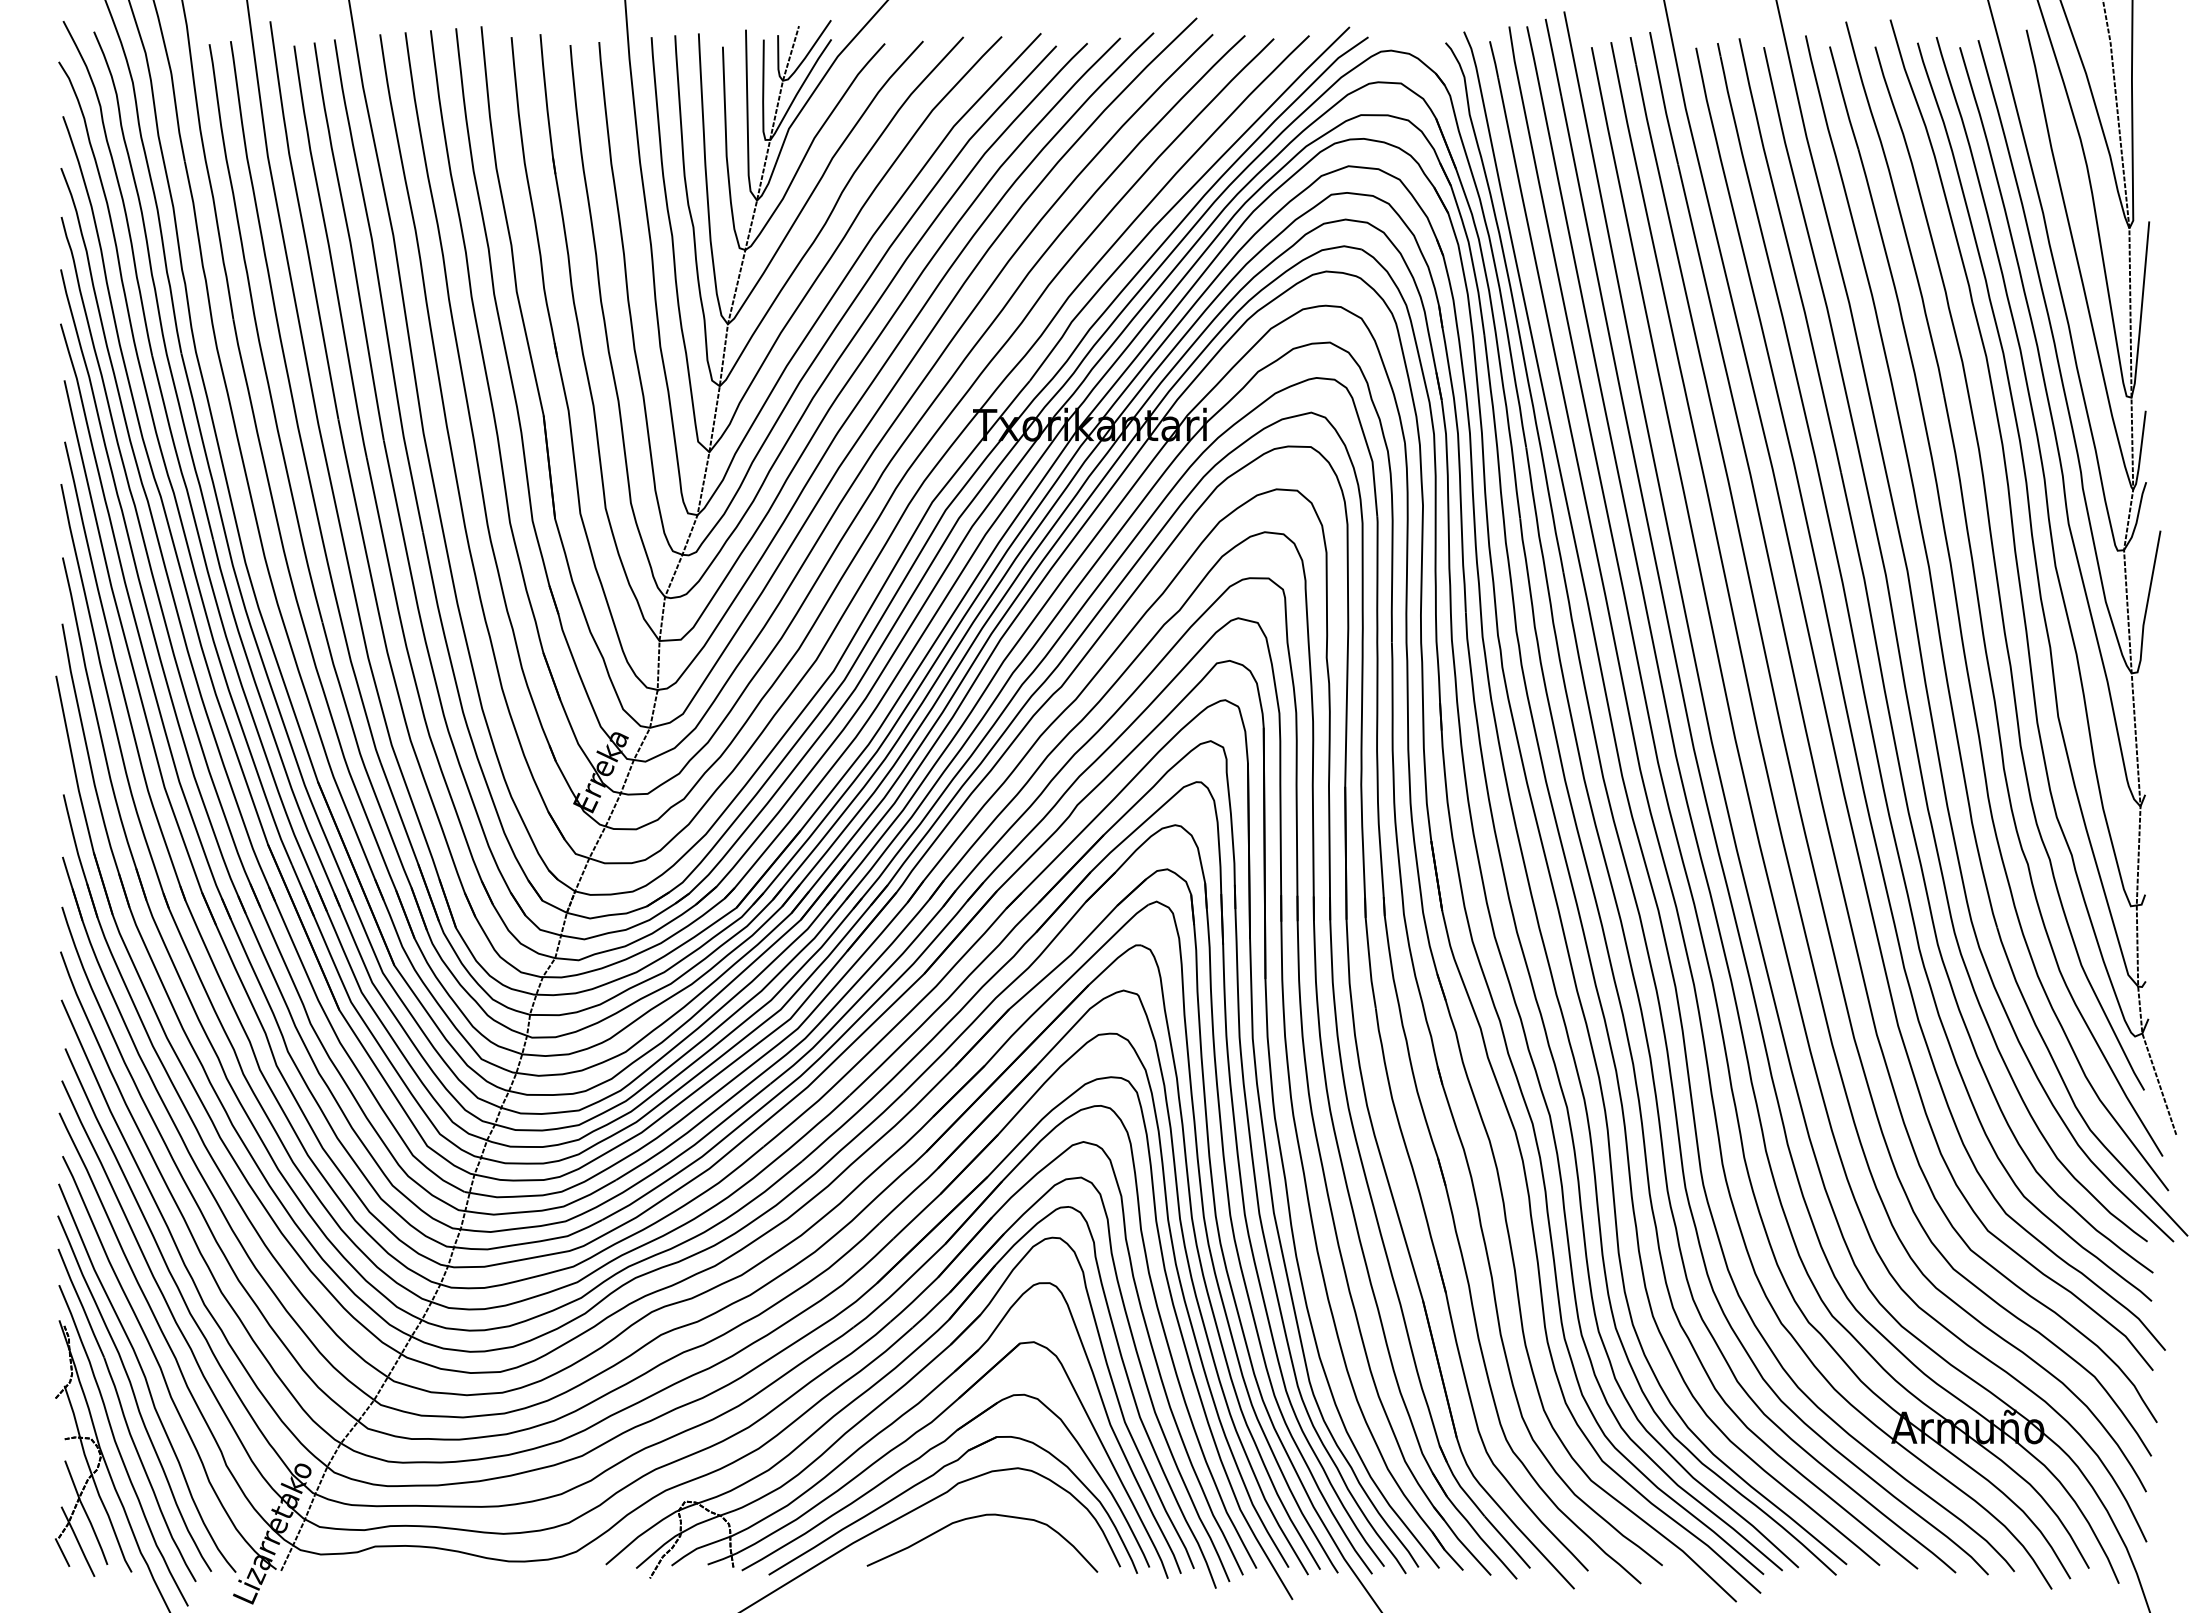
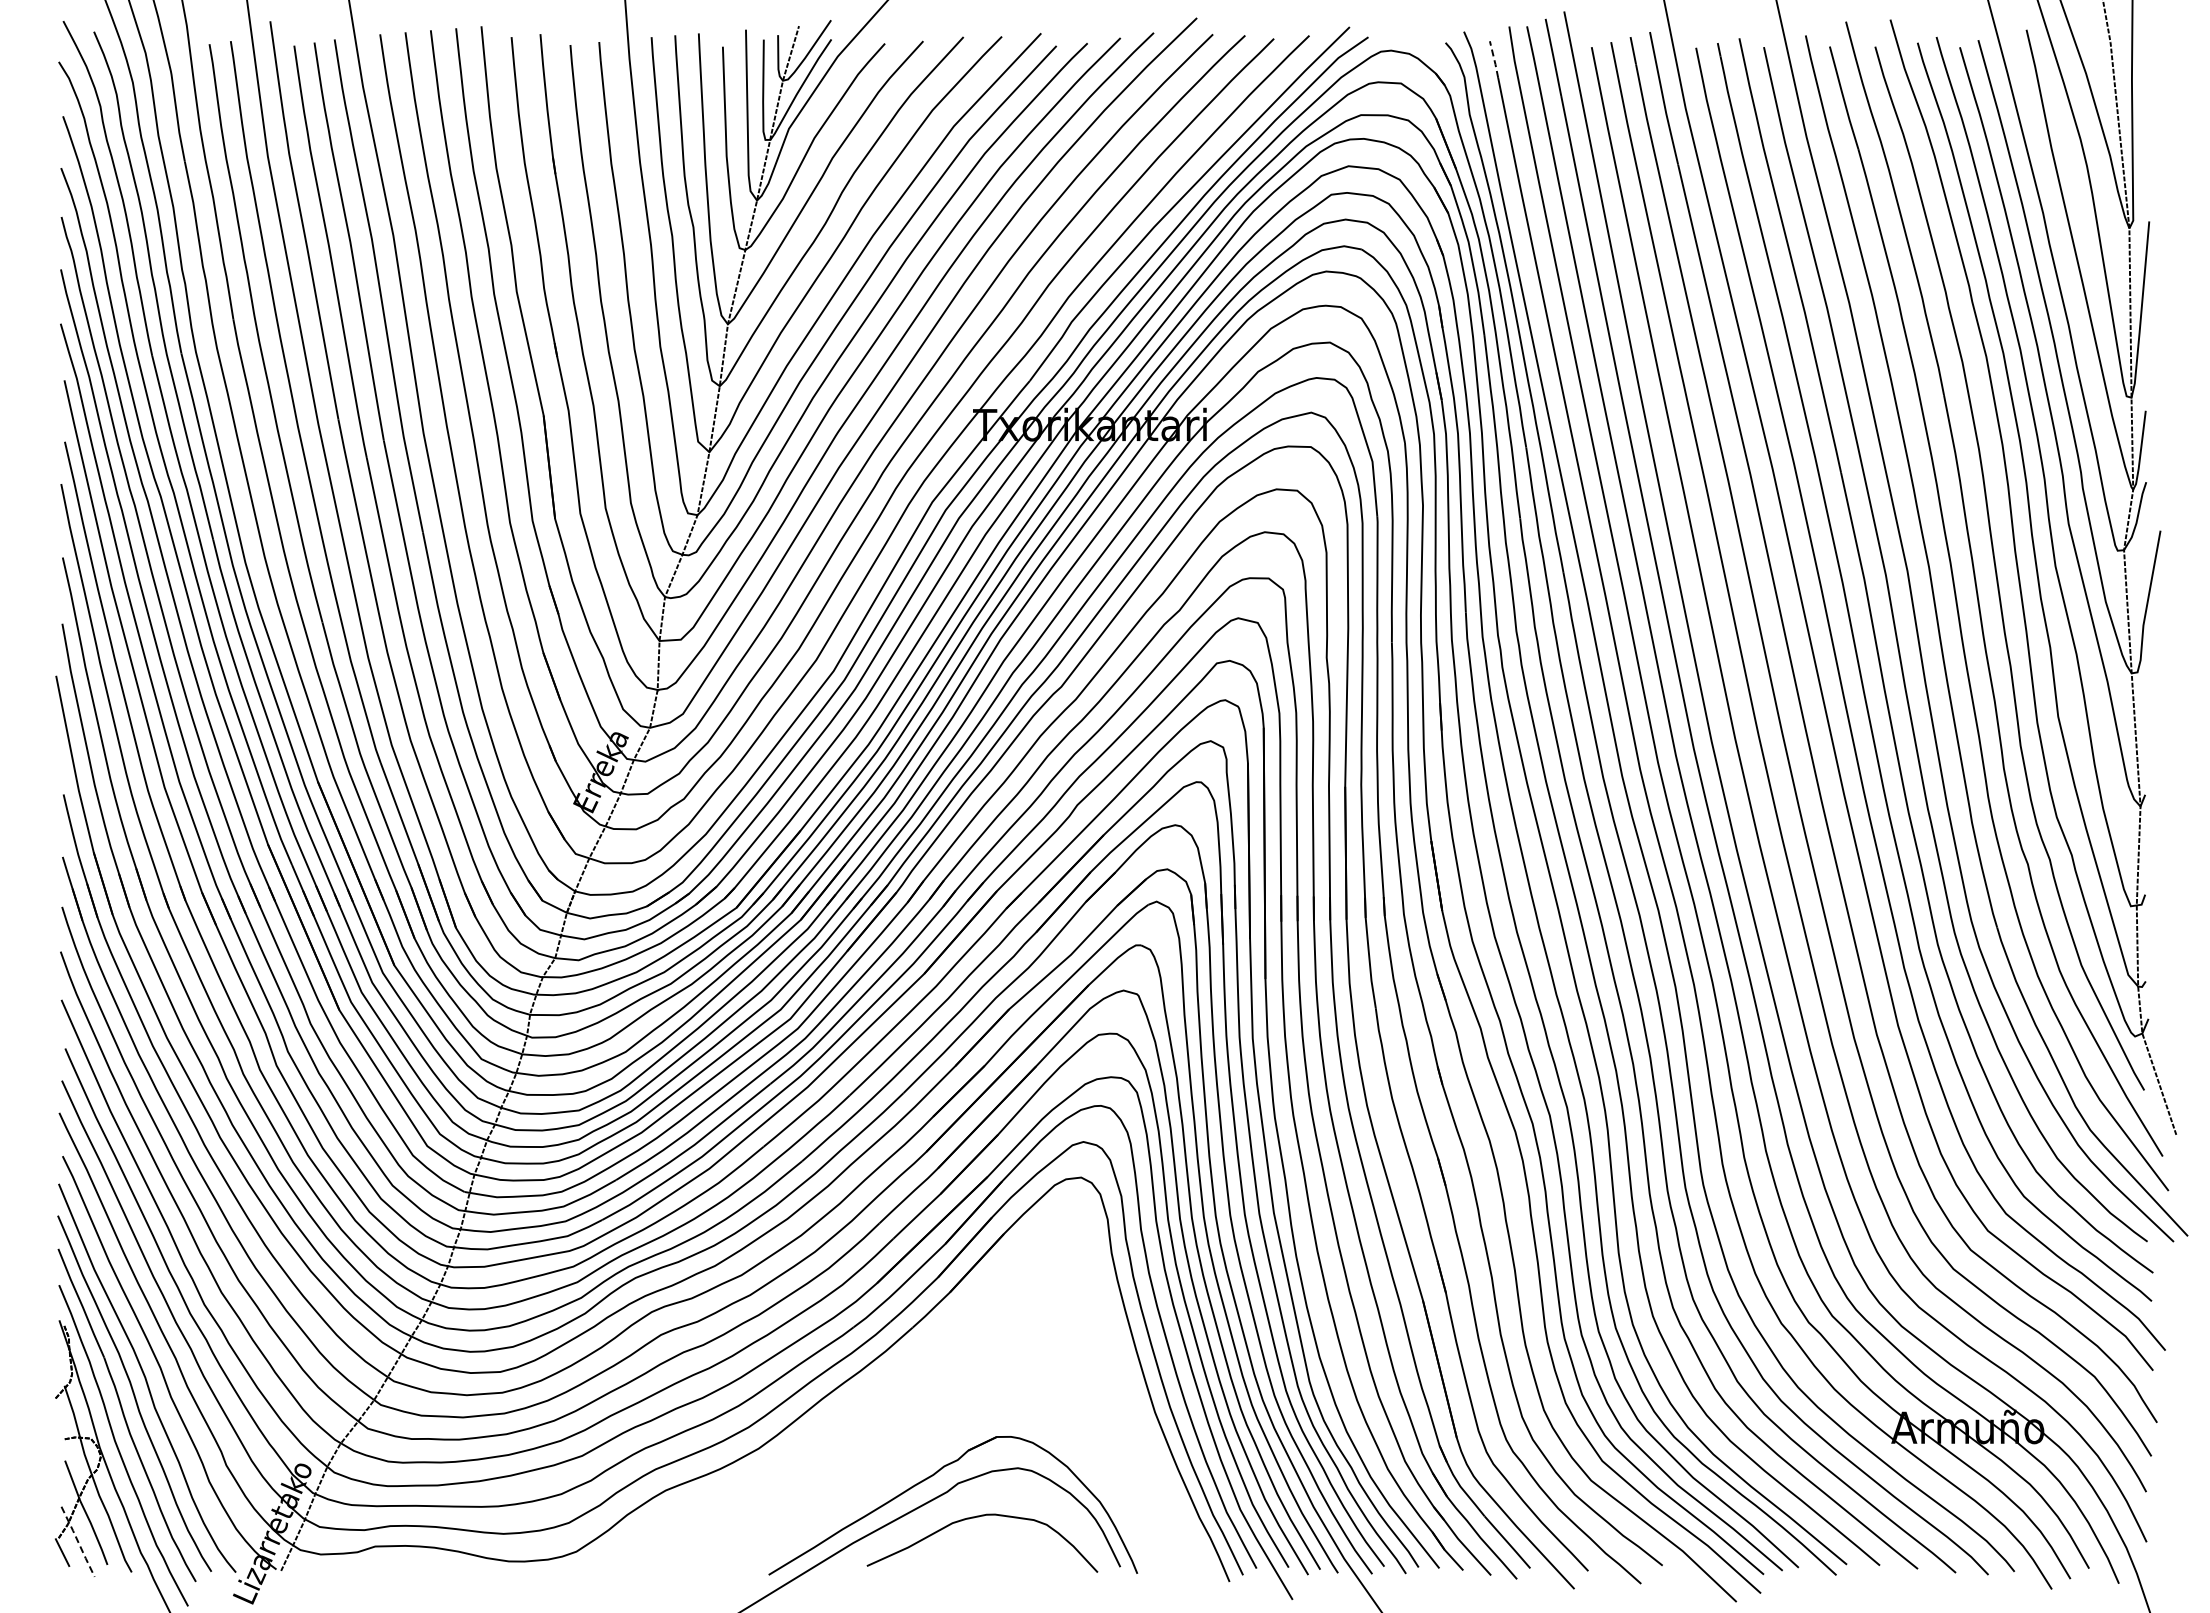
line at (1494, 59): solid -> dashed
part at (916, 1403): present -> none
line at (78, 1542): solid -> dashed
